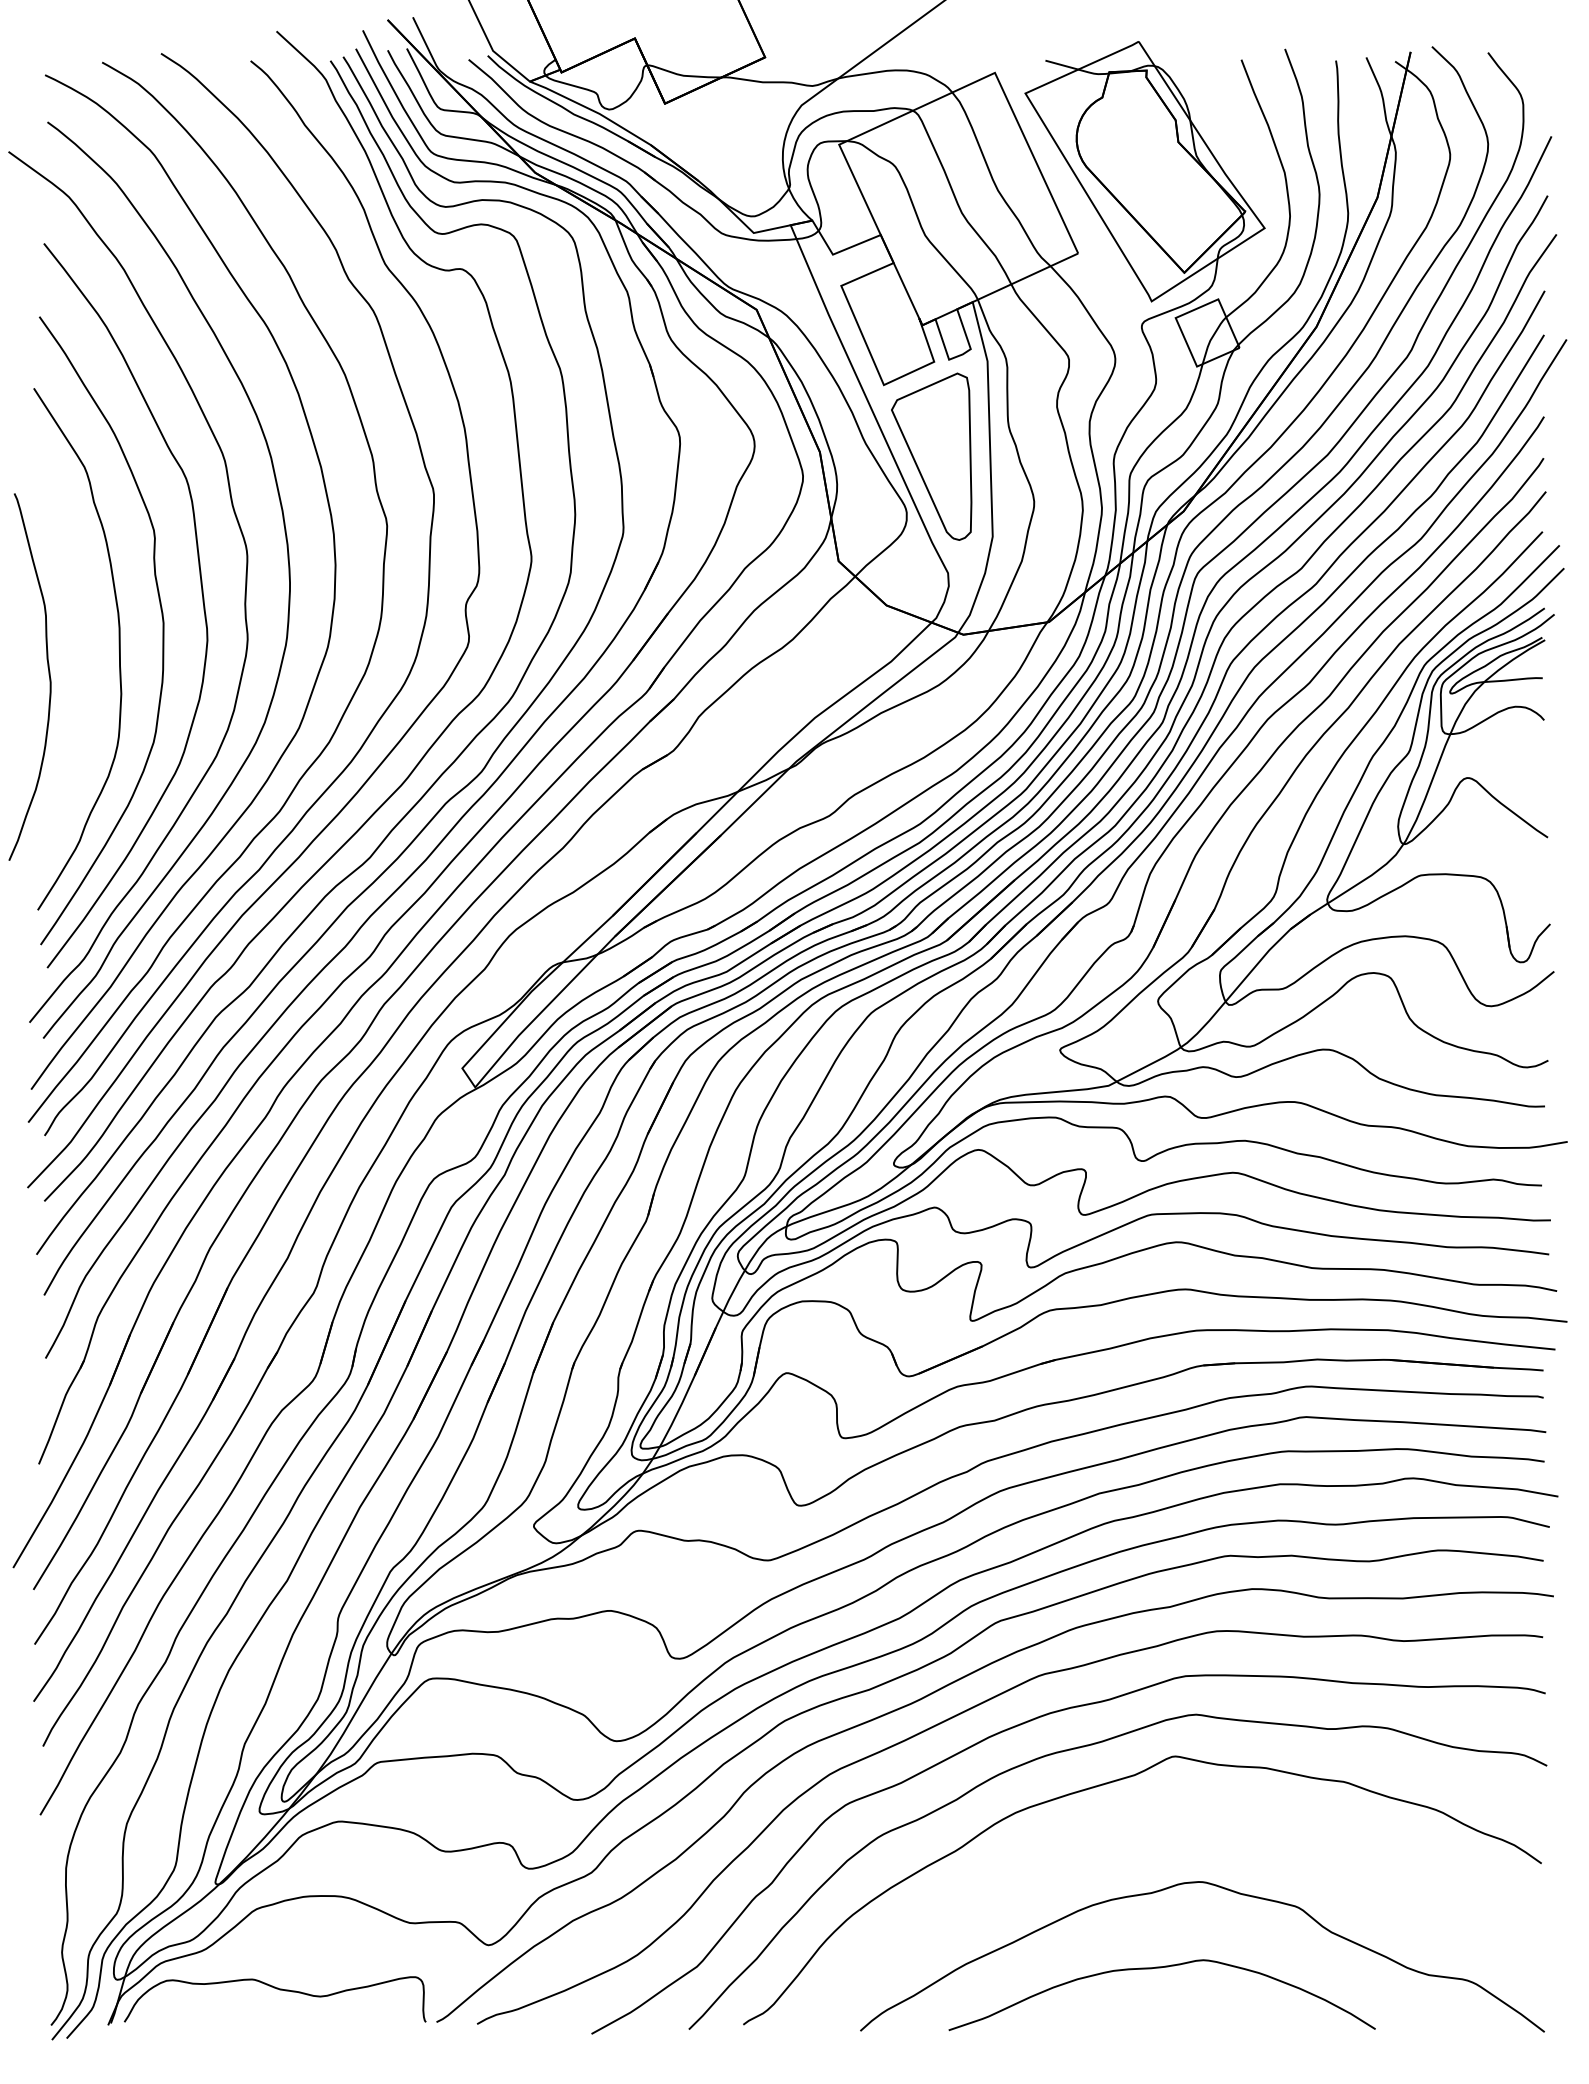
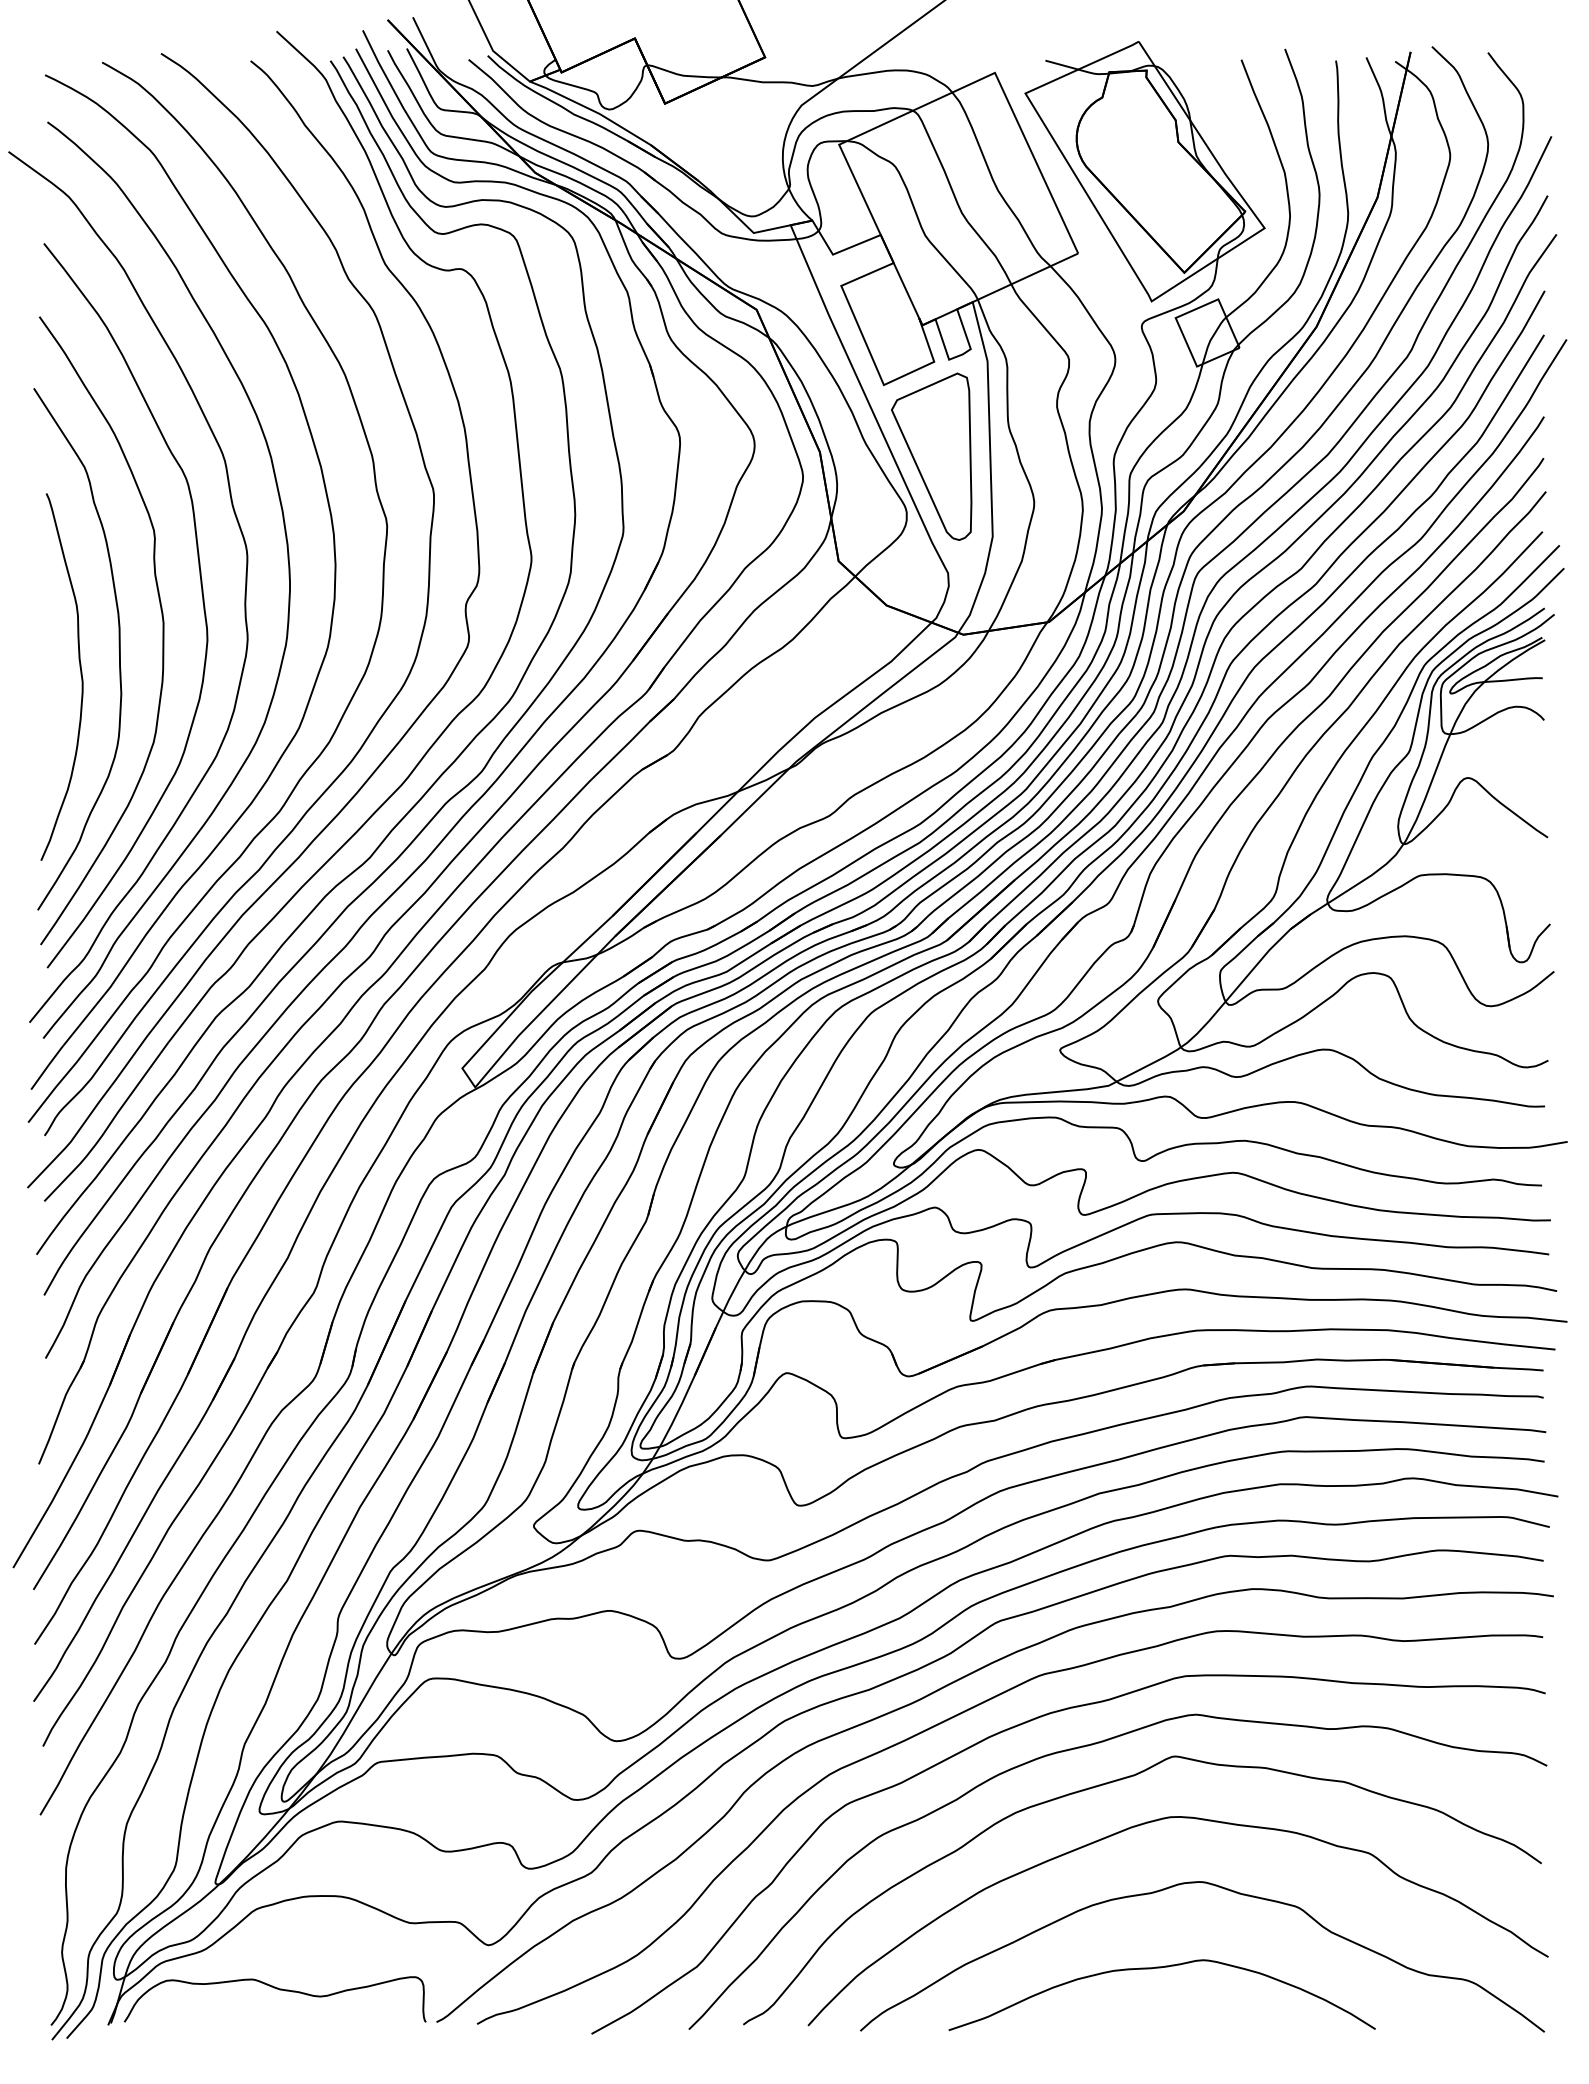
curve at (48, 675) position: (48, 675) -> (80, 675)
curve at (1152, 1822): none -> present
